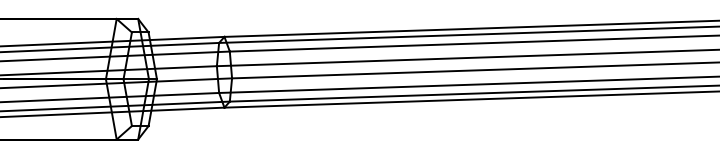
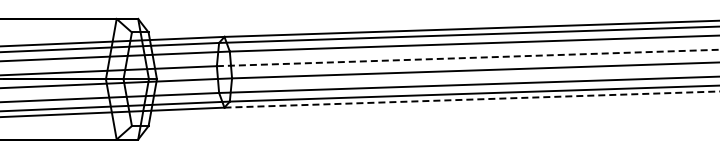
line at (468, 57): solid -> dashed
line at (472, 99): solid -> dashed
